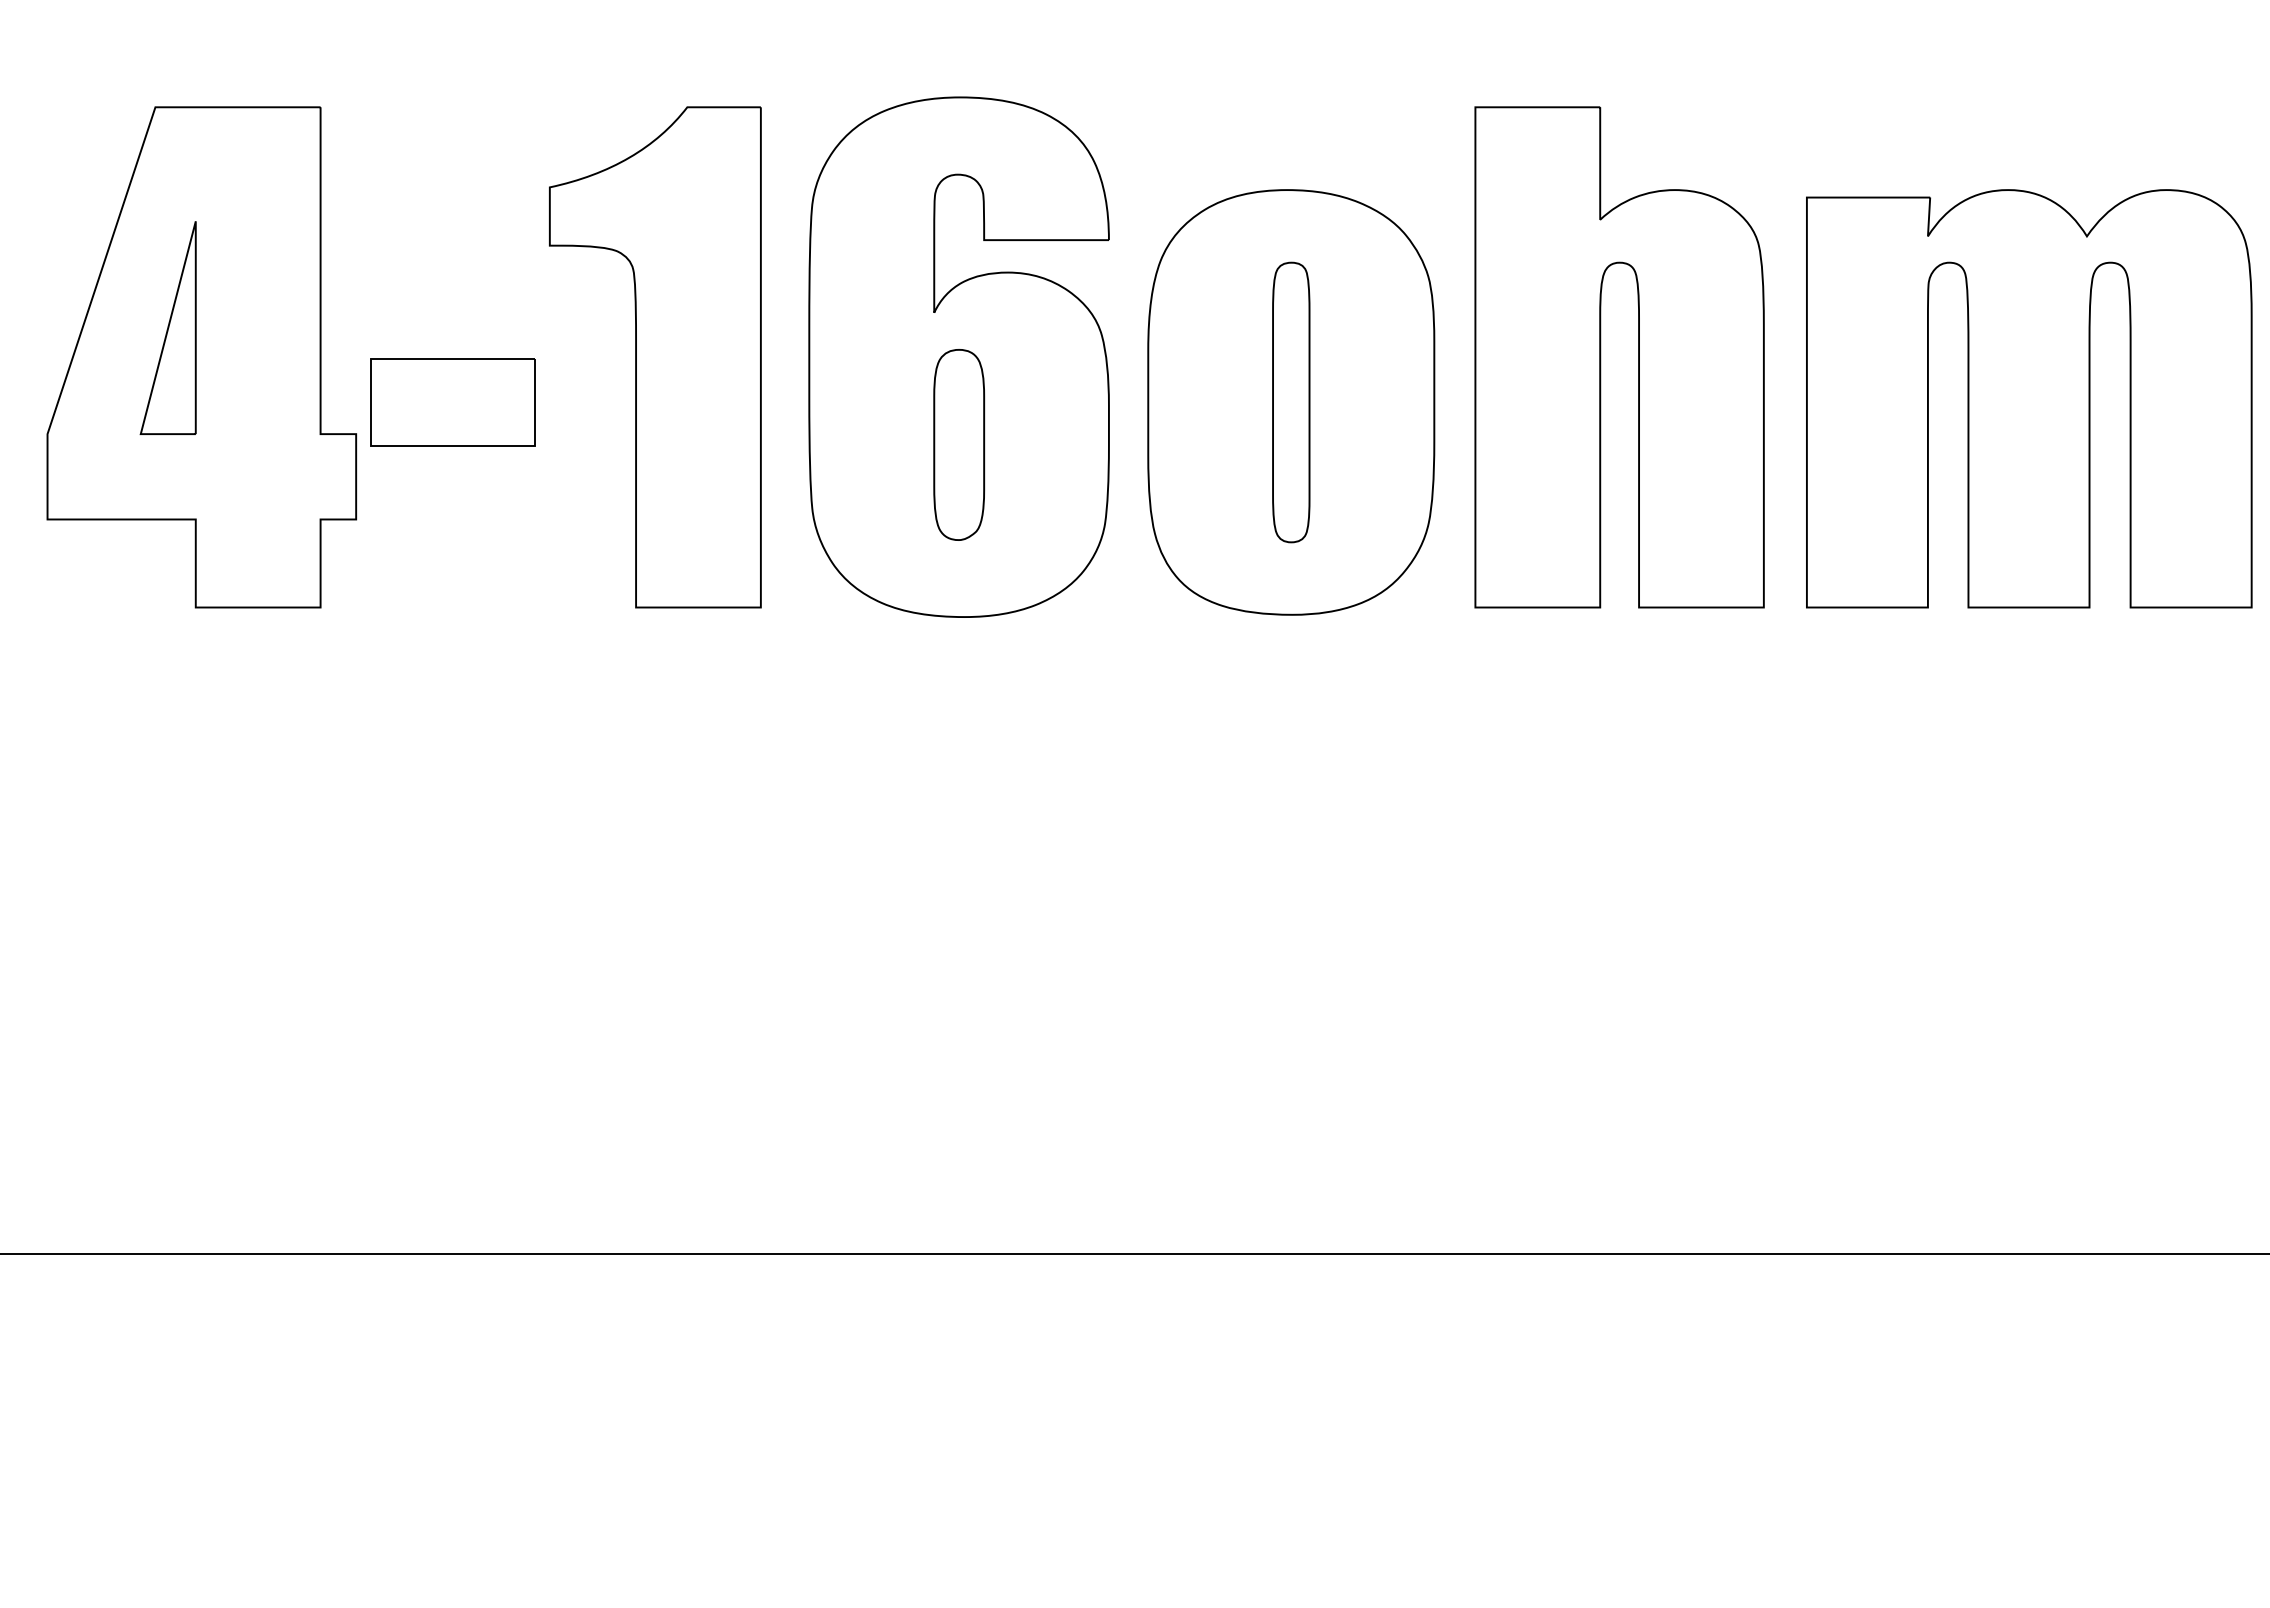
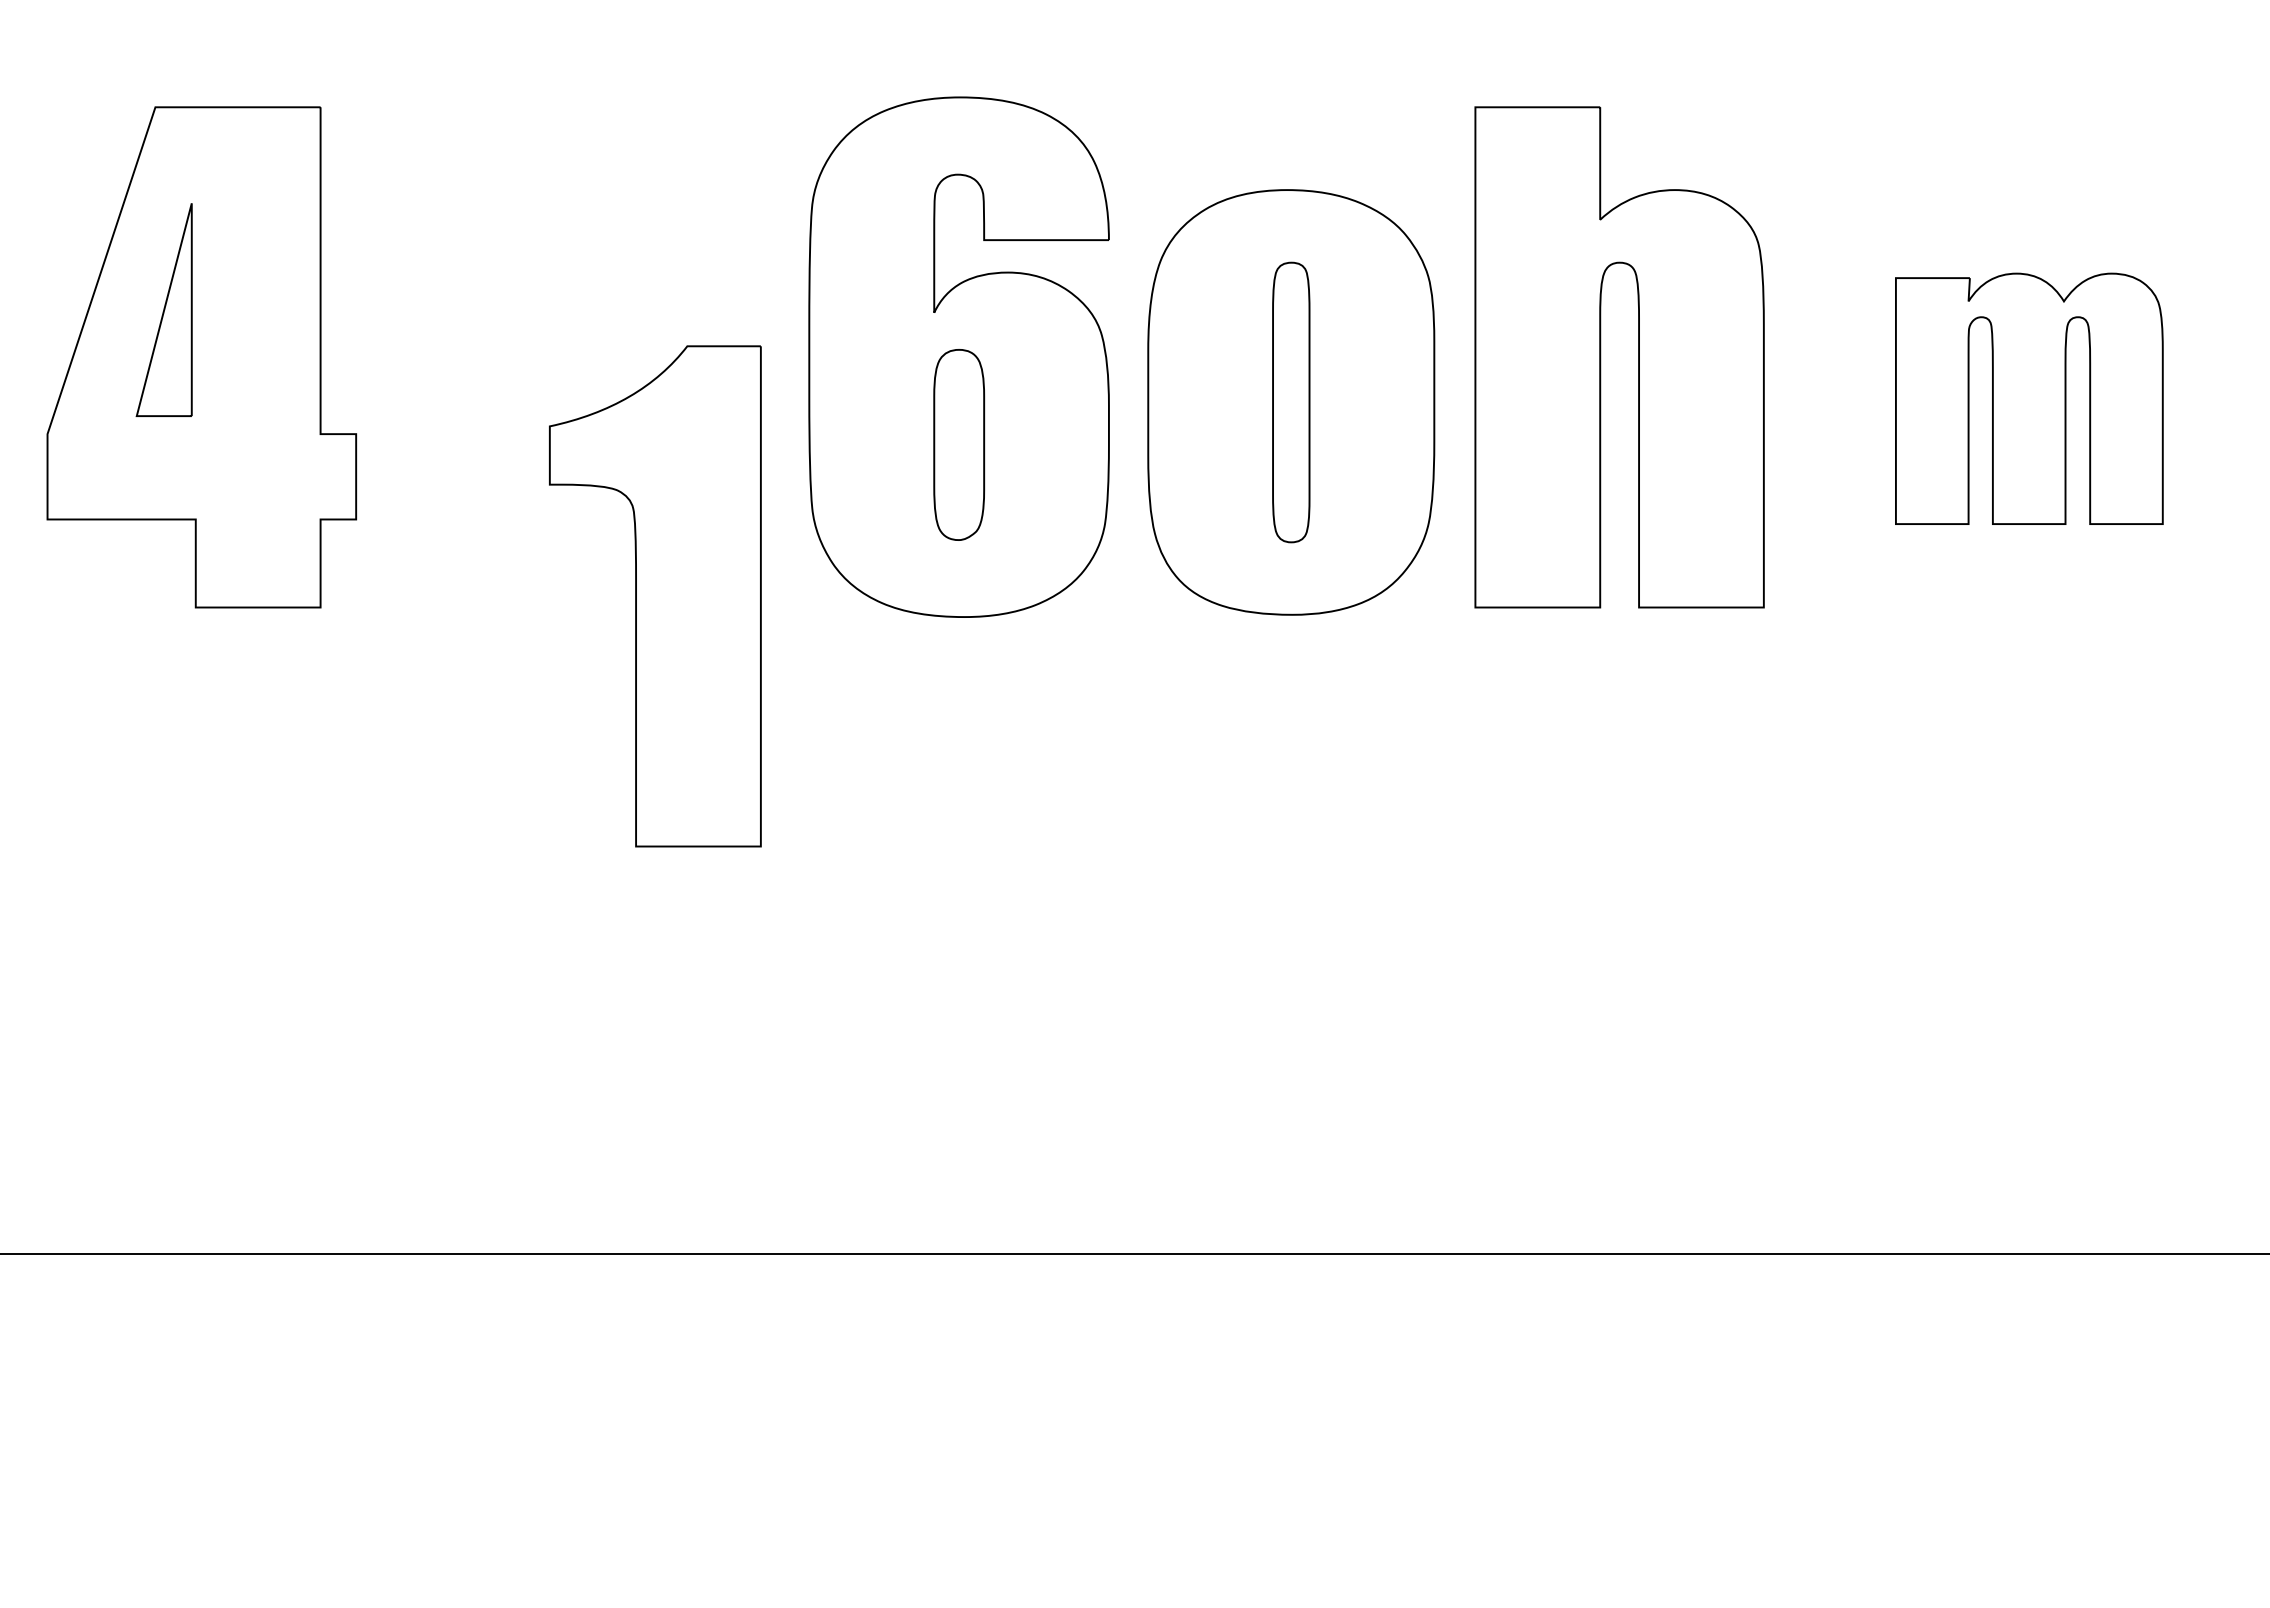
part at (167, 327) position: (167, 327) -> (163, 309)
part at (655, 357) position: (655, 357) -> (655, 596)
part at (2029, 398) size: 447x420 px -> 269x253 px
part at (452, 402): present -> none
